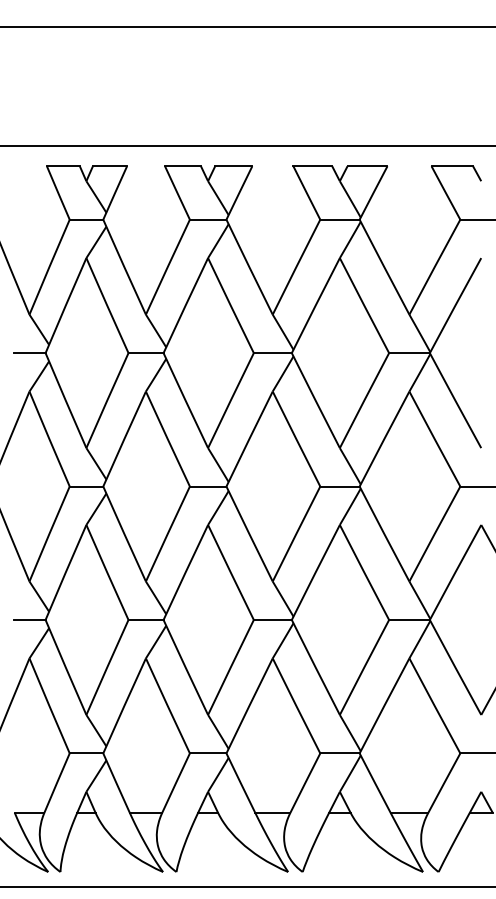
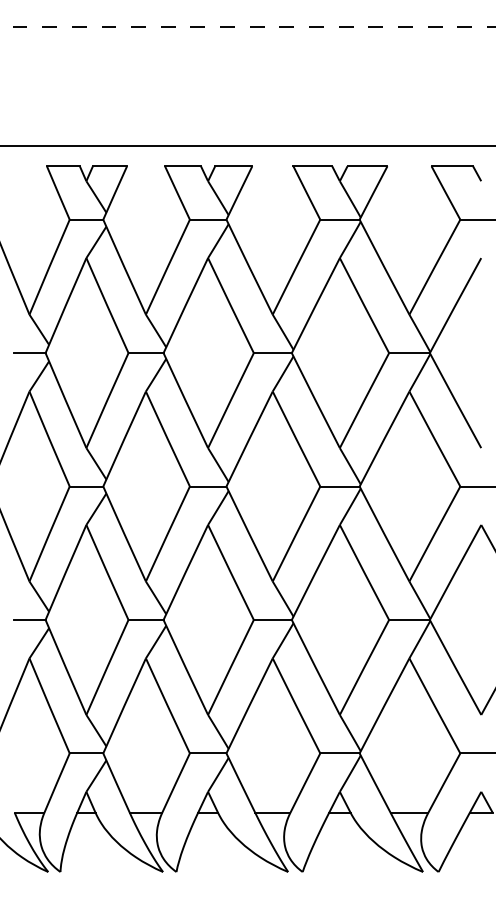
line at (247, 26): solid -> dashed
line at (247, 886): present -> none
